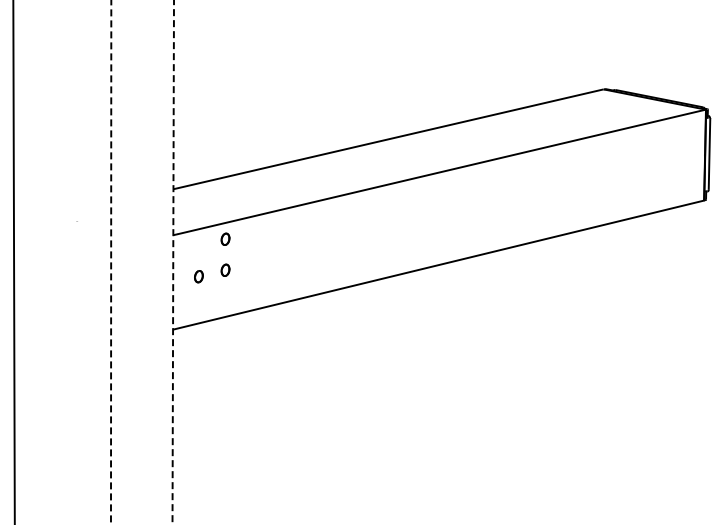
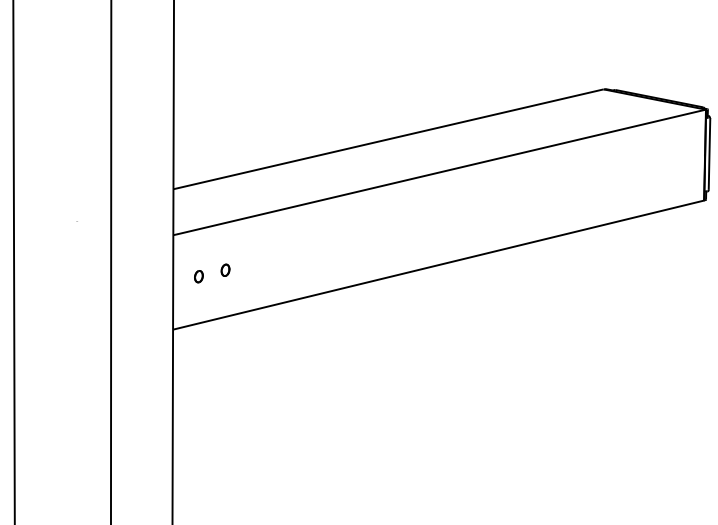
part at (225, 238): present -> none
line at (111, 262): dashed -> solid
line at (173, 262): dashed -> solid
